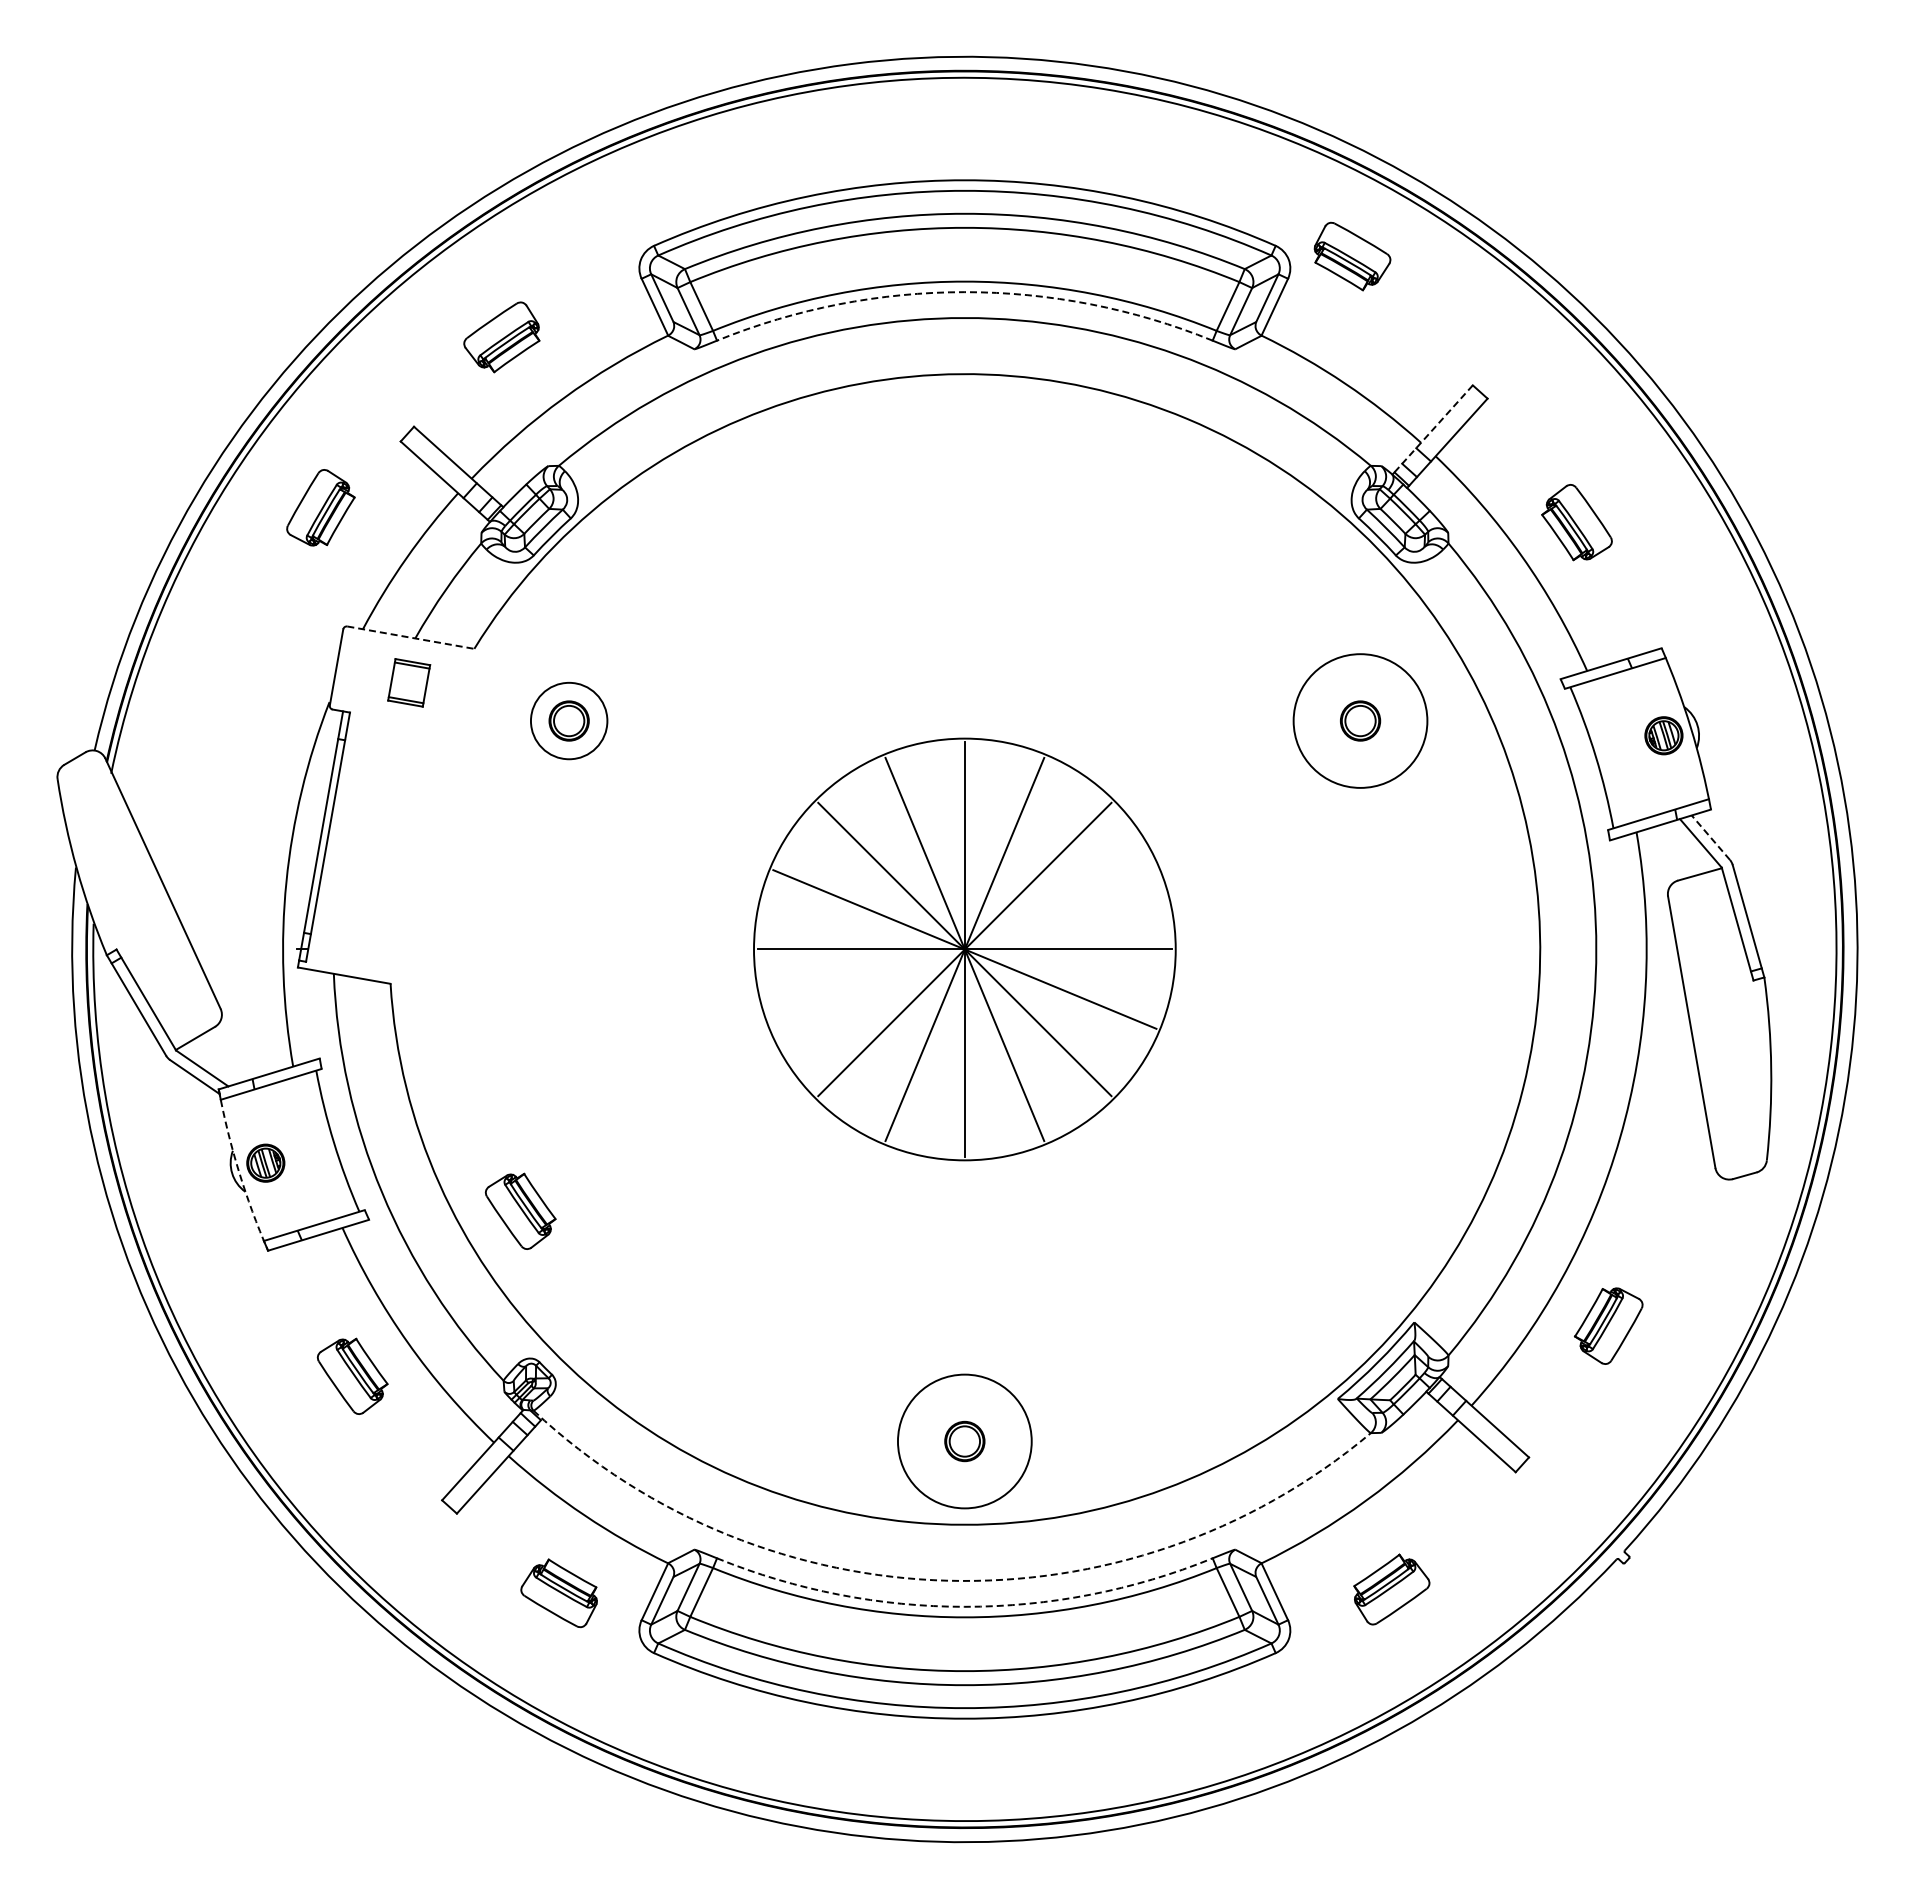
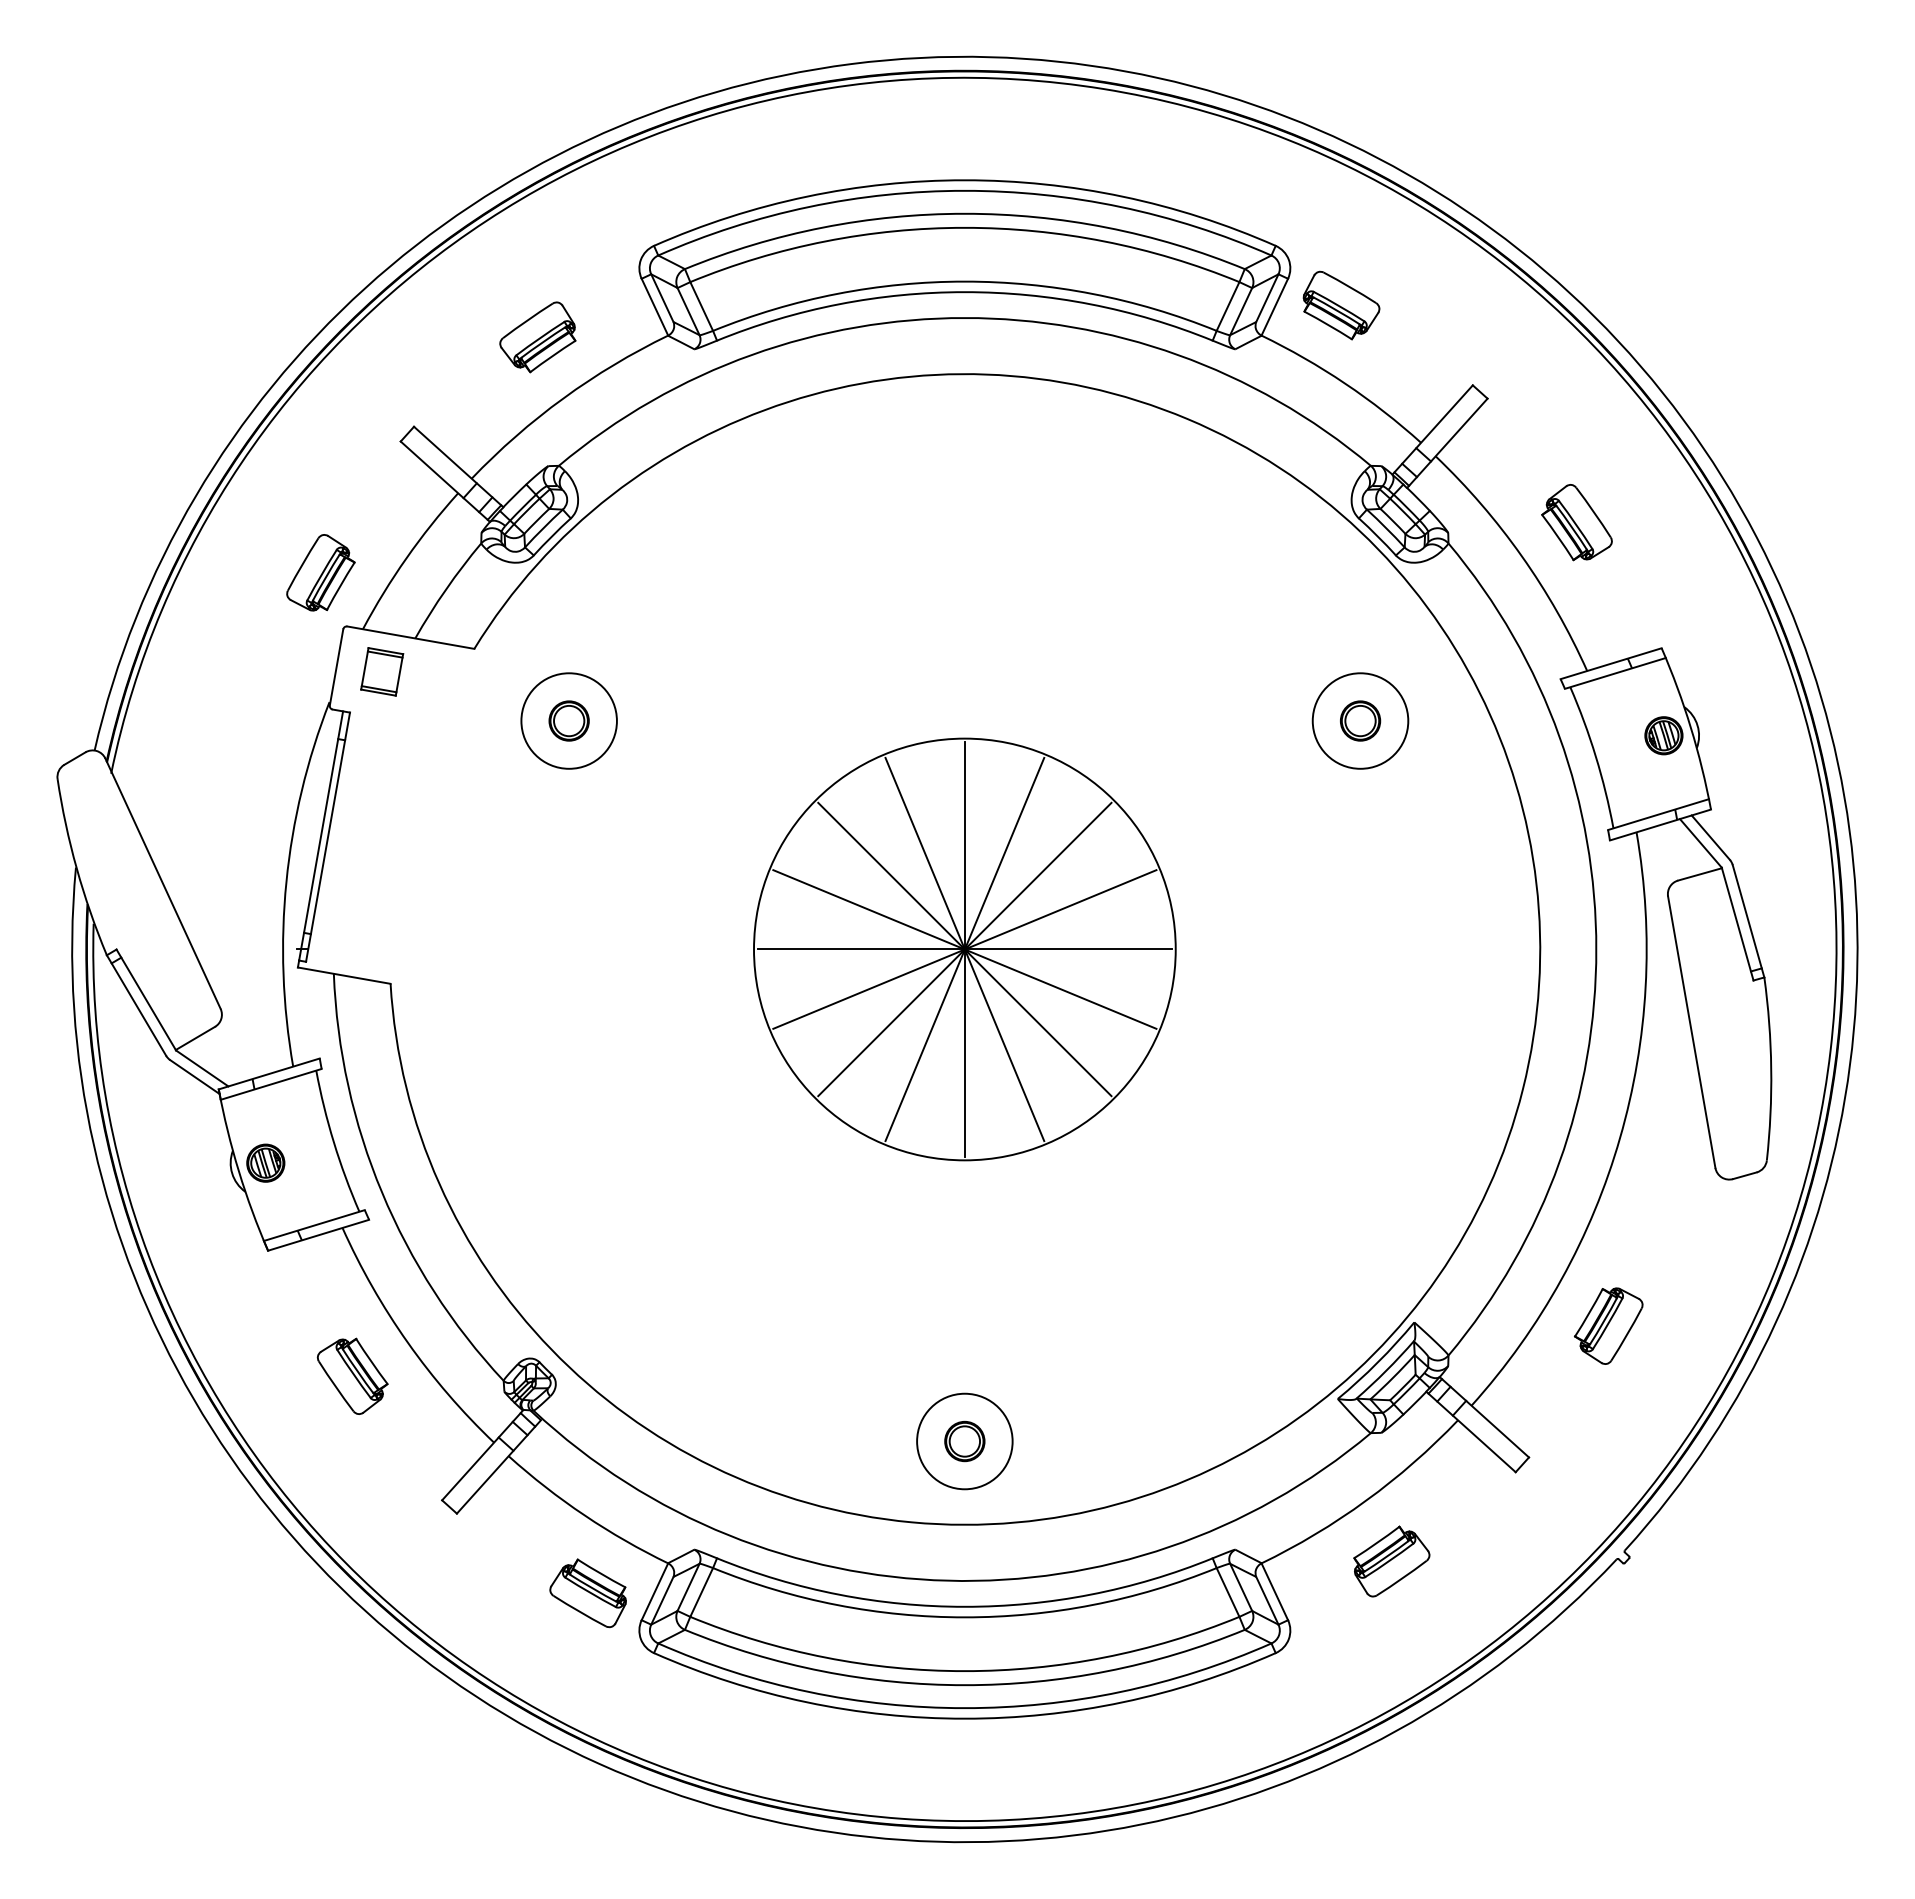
part at (1352, 256) position: (1352, 256) -> (1341, 305)
arc at (964, 292): dashed -> solid
part at (501, 337) position: (501, 337) -> (537, 337)
line at (1434, 428): dashed -> solid
part at (320, 507) position: (320, 507) -> (320, 572)
line at (411, 637): dashed -> solid
part at (409, 682) position: (409, 682) -> (382, 671)
circle at (568, 720) diameter: 76 px -> 96 px
circle at (1360, 720) diameter: 134 px -> 96 px
line at (1710, 837): dashed -> solid
line at (964, 949): none -> present
arc at (238, 1171): dashed -> solid
part at (520, 1210): present -> none
circle at (964, 1441) diameter: 134 px -> 96 px
arc at (947, 1580): dashed -> solid
part at (1391, 1589) position: (1391, 1589) -> (1391, 1561)
part at (558, 1593) position: (558, 1593) -> (587, 1593)
arc at (964, 1606): dashed -> solid
